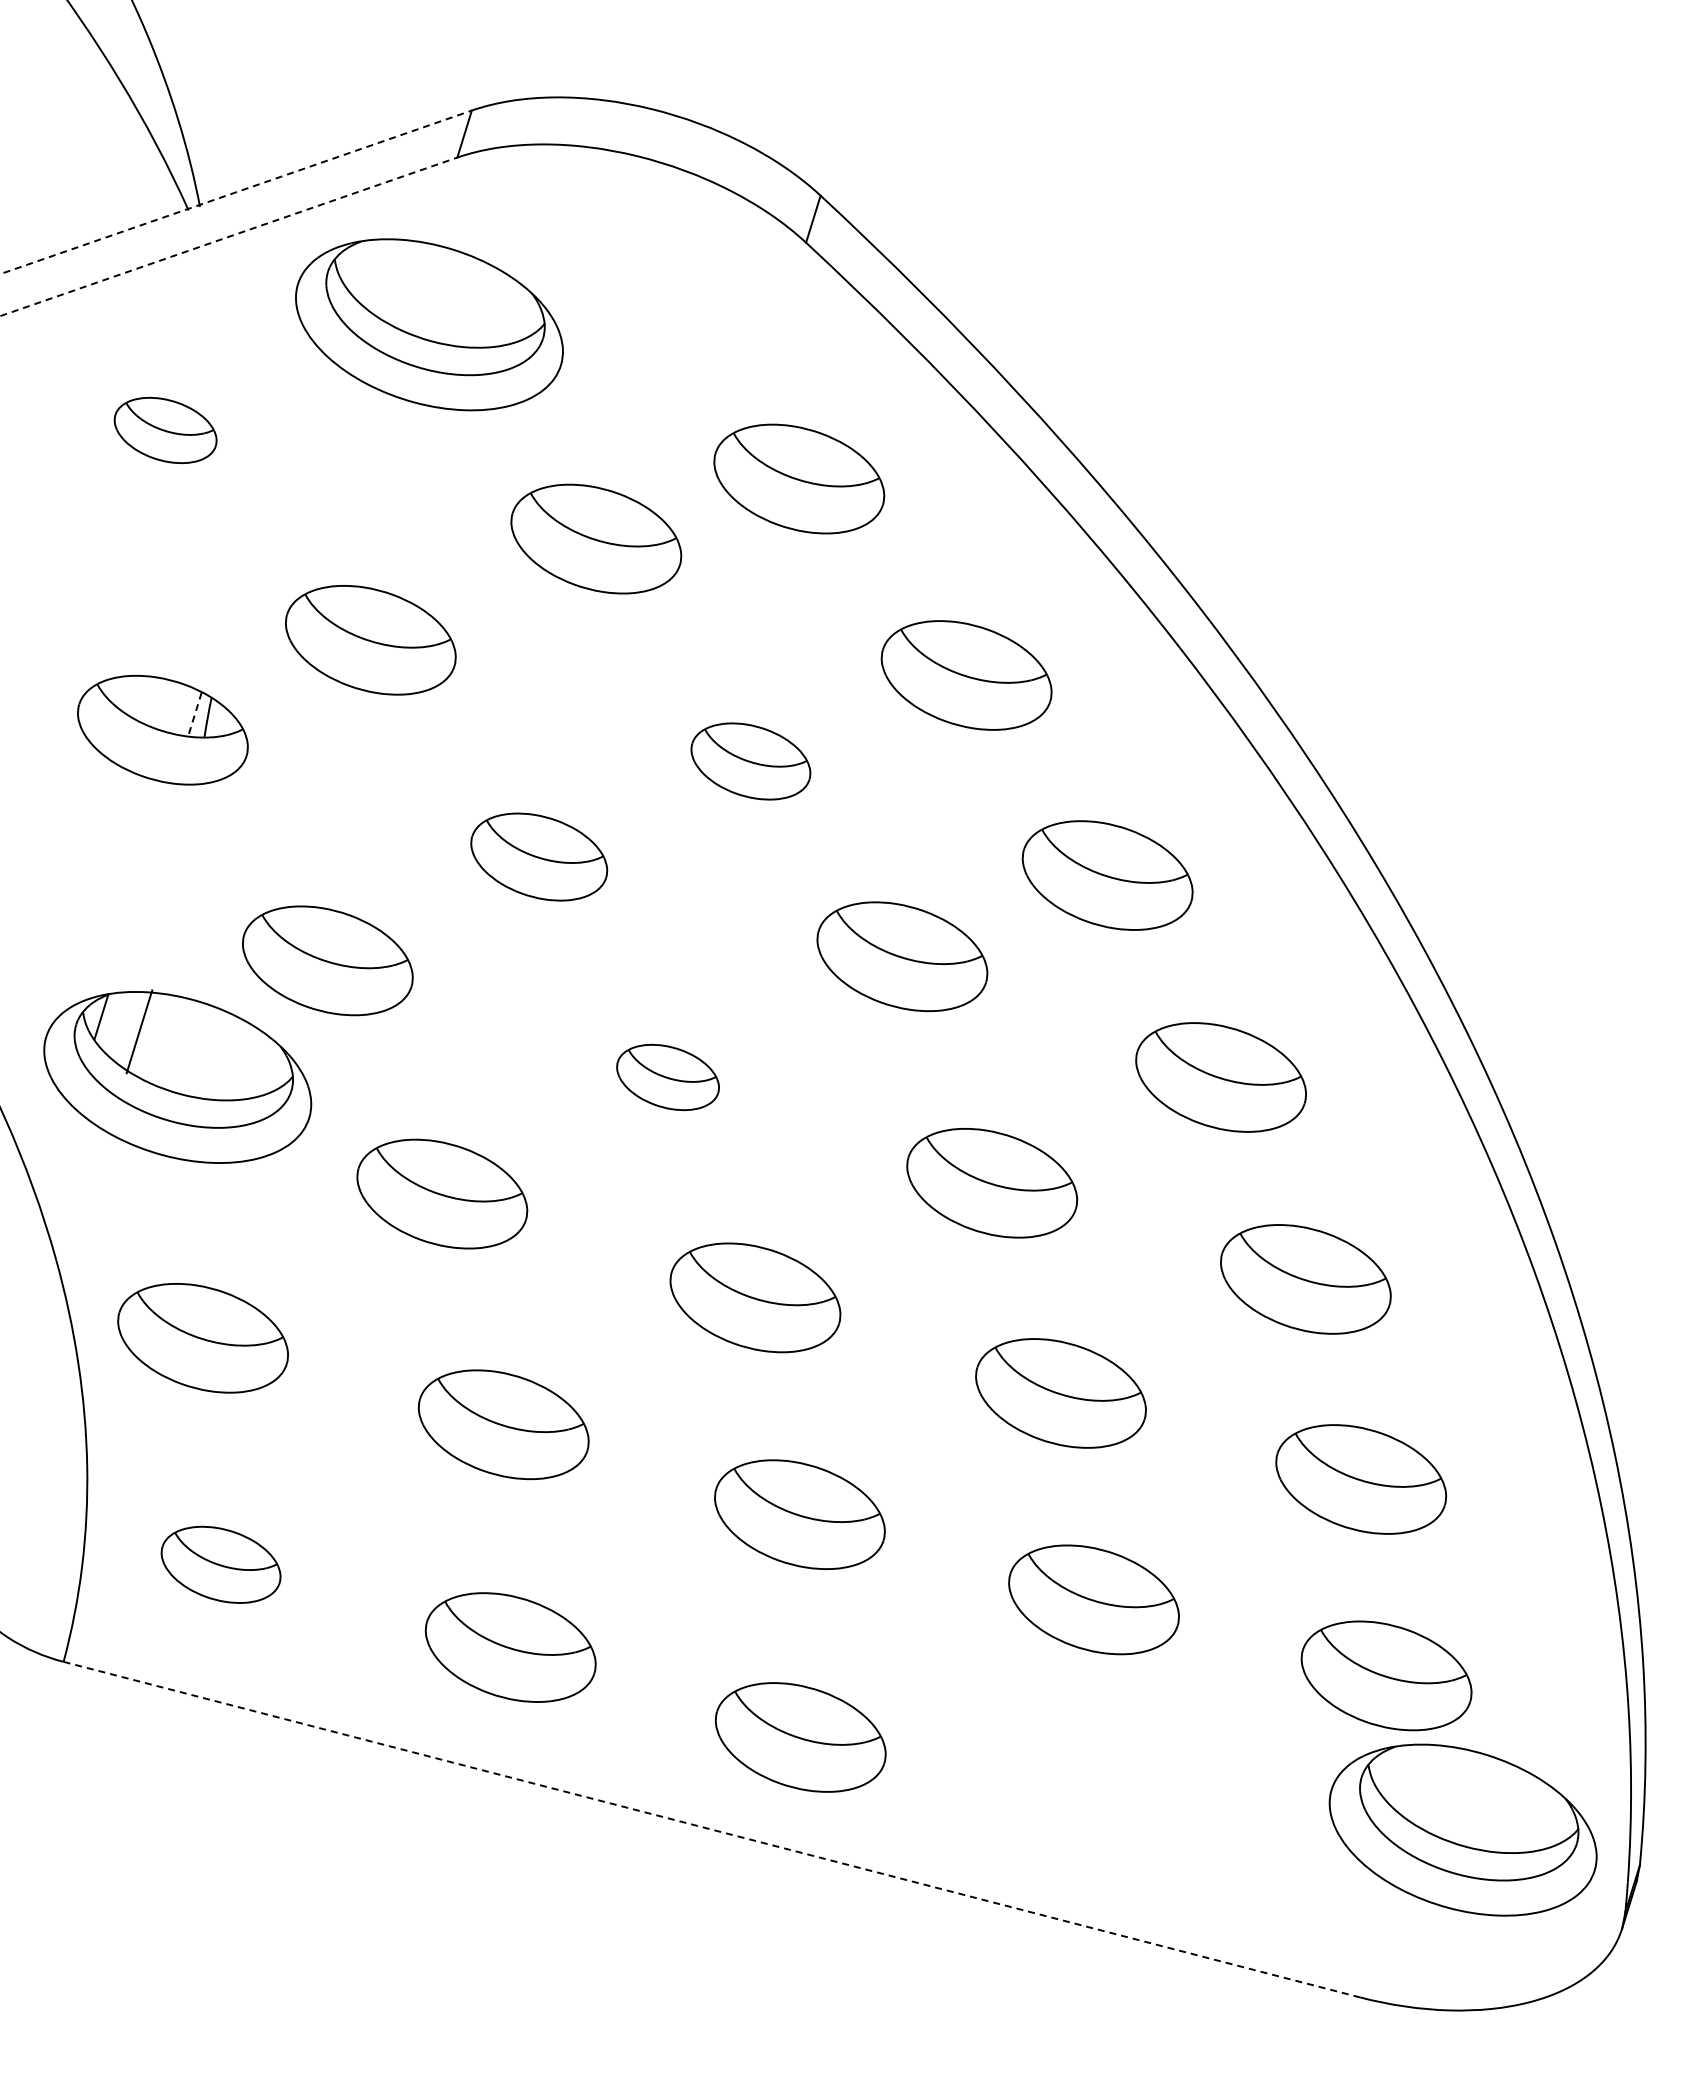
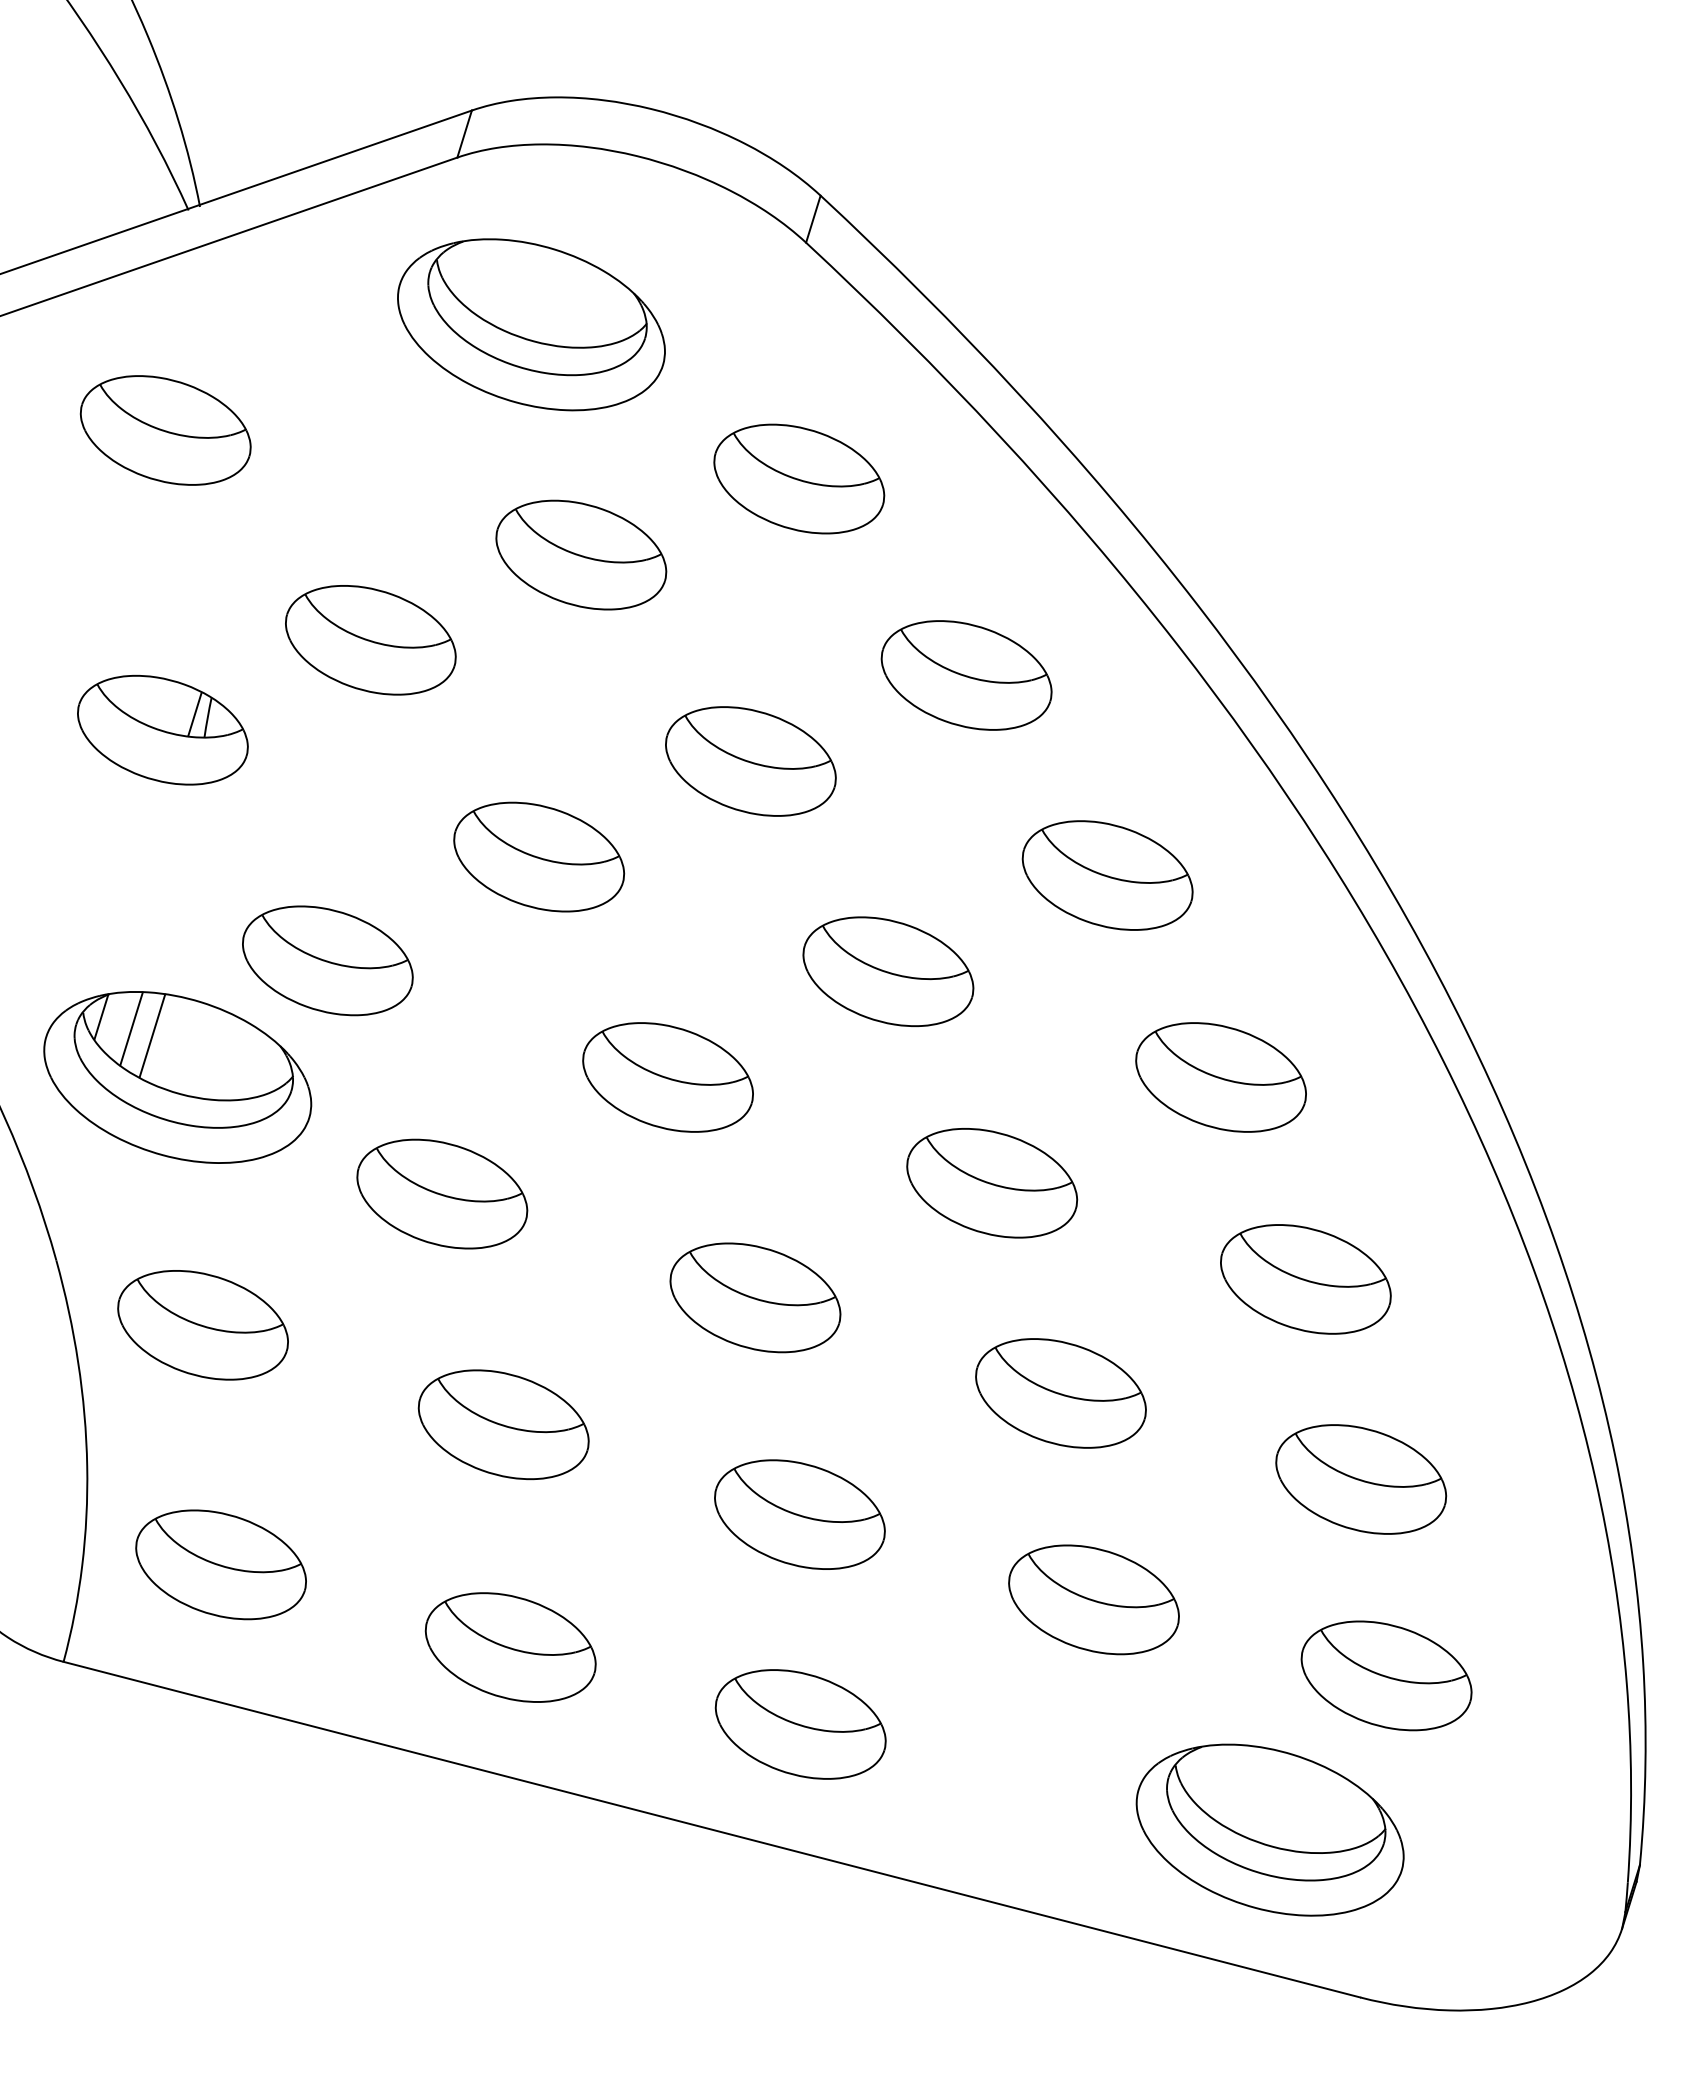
line at (236, 192): dashed -> solid
line at (228, 236): dashed -> solid
part at (429, 324) position: (429, 324) -> (531, 324)
part at (165, 430) size: 105x69 px -> 173x111 px
part at (596, 538) position: (596, 538) -> (581, 554)
line at (194, 714): dashed -> solid
part at (750, 761) size: 122x79 px -> 172x111 px
part at (539, 856) size: 139x90 px -> 173x112 px
part at (902, 956) position: (902, 956) -> (888, 971)
line at (131, 1028): none -> present
line at (139, 1031) position: (139, 1031) -> (152, 1035)
part at (667, 1077) size: 104x69 px -> 172x111 px
part at (202, 1338) position: (202, 1338) -> (202, 1325)
part at (220, 1564) size: 122x79 px -> 172x112 px
part at (800, 1737) position: (800, 1737) -> (800, 1724)
line at (711, 1829): dashed -> solid
part at (1462, 1829) position: (1462, 1829) -> (1269, 1829)
